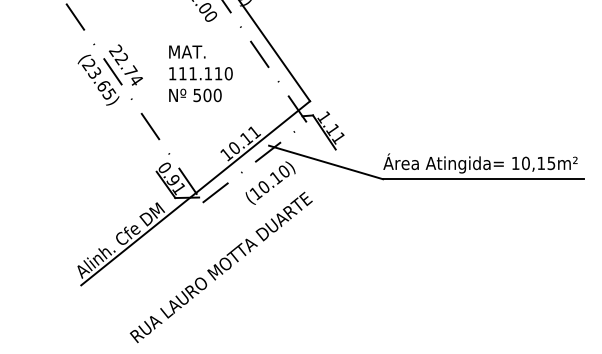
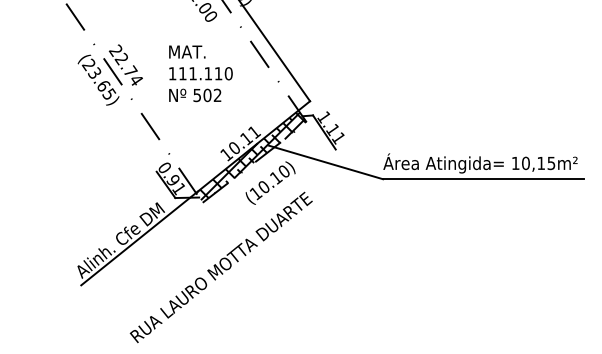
text at (217, 95): 500 -> 502
hatch at (251, 156): none -> present
